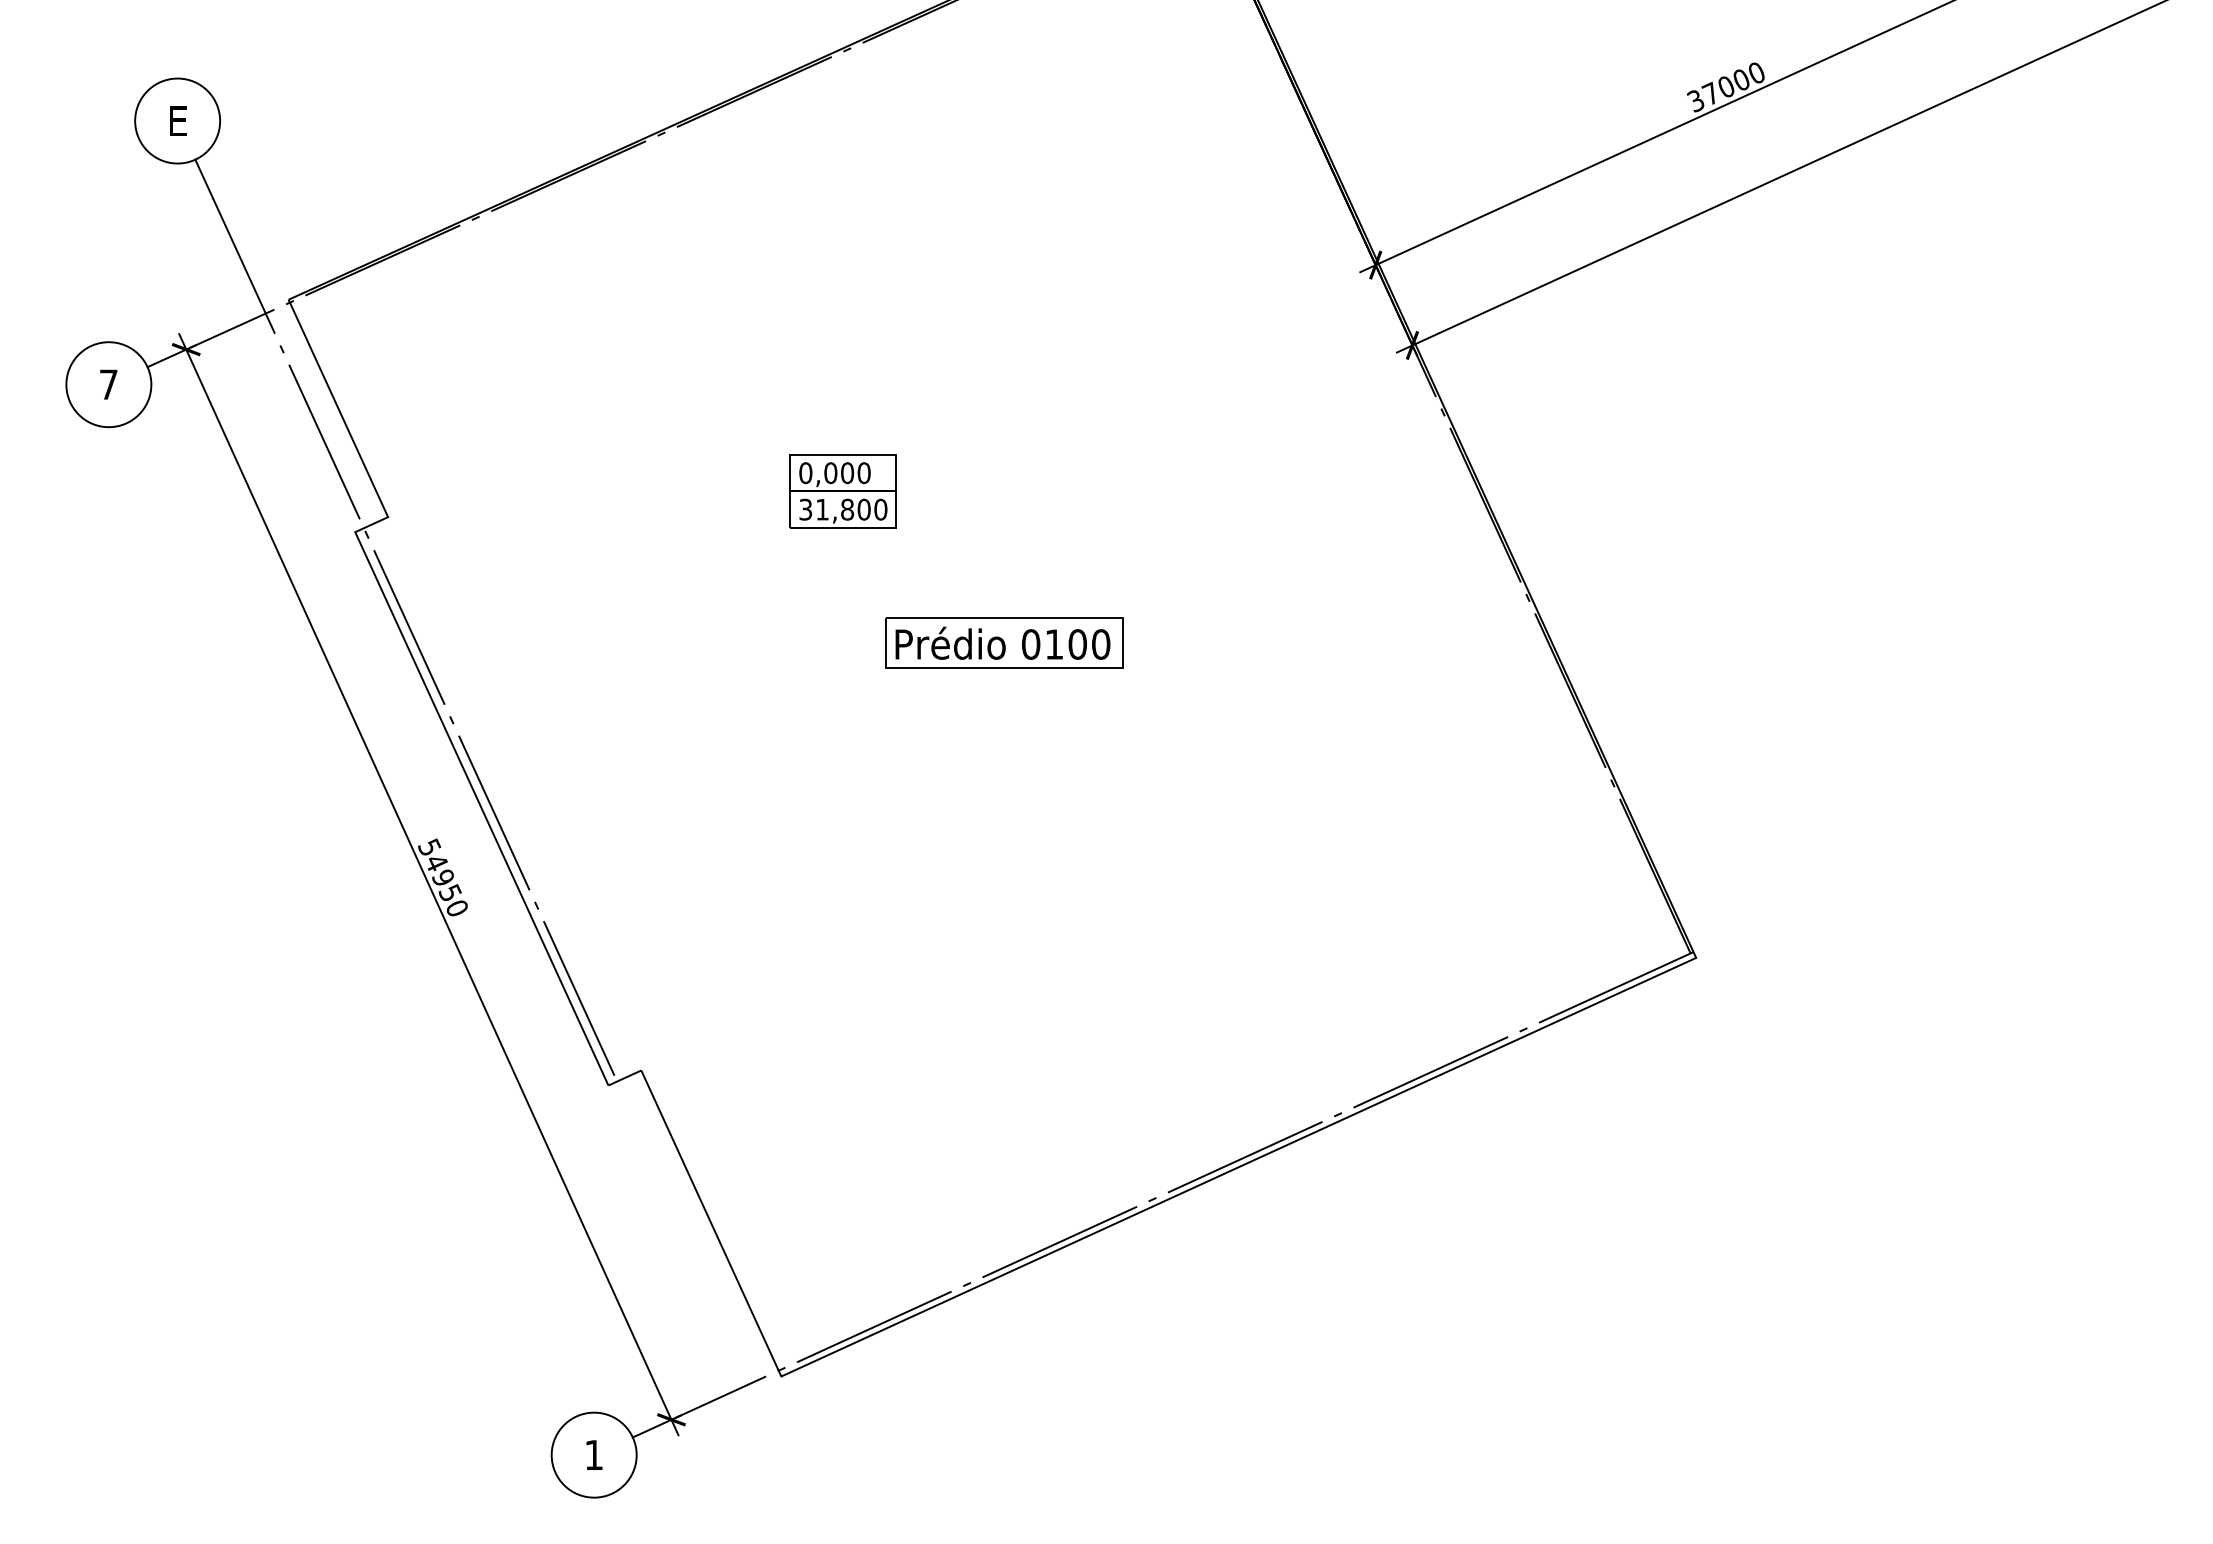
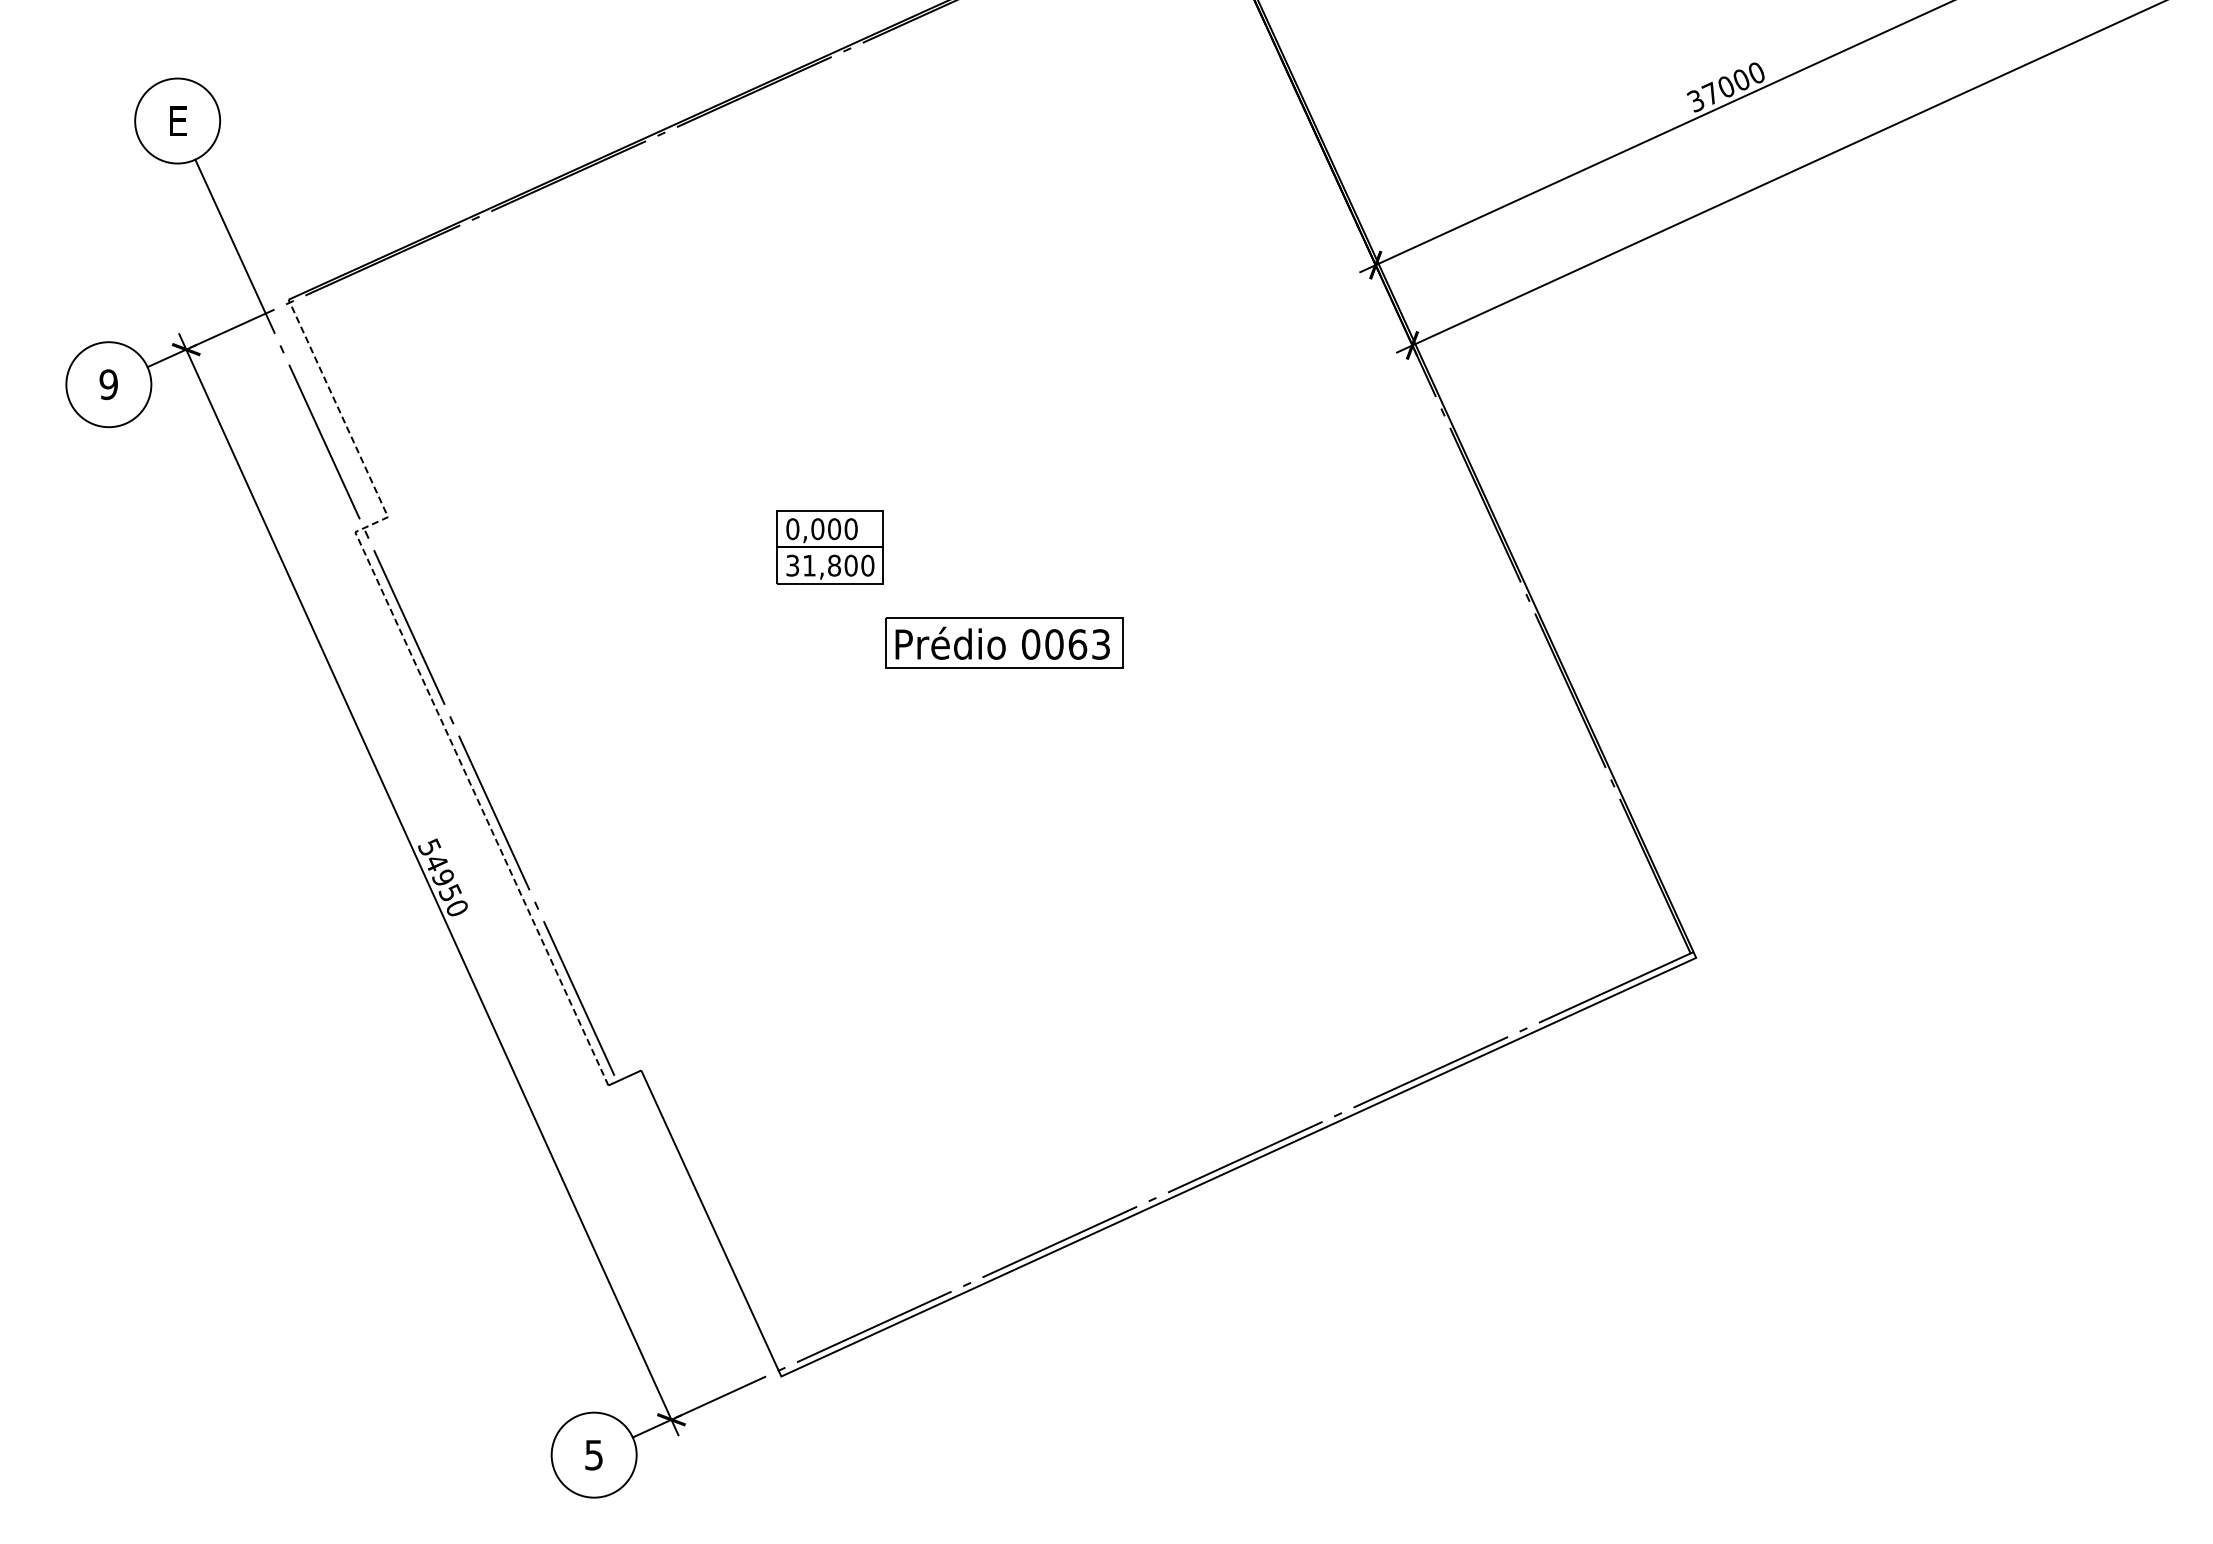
text at (108, 384): 7 -> 9
part at (842, 491) position: (842, 491) -> (829, 547)
text at (1077, 644): 0100 -> 0063
line at (423, 682): solid -> dashed
text at (593, 1455): 1 -> 5
